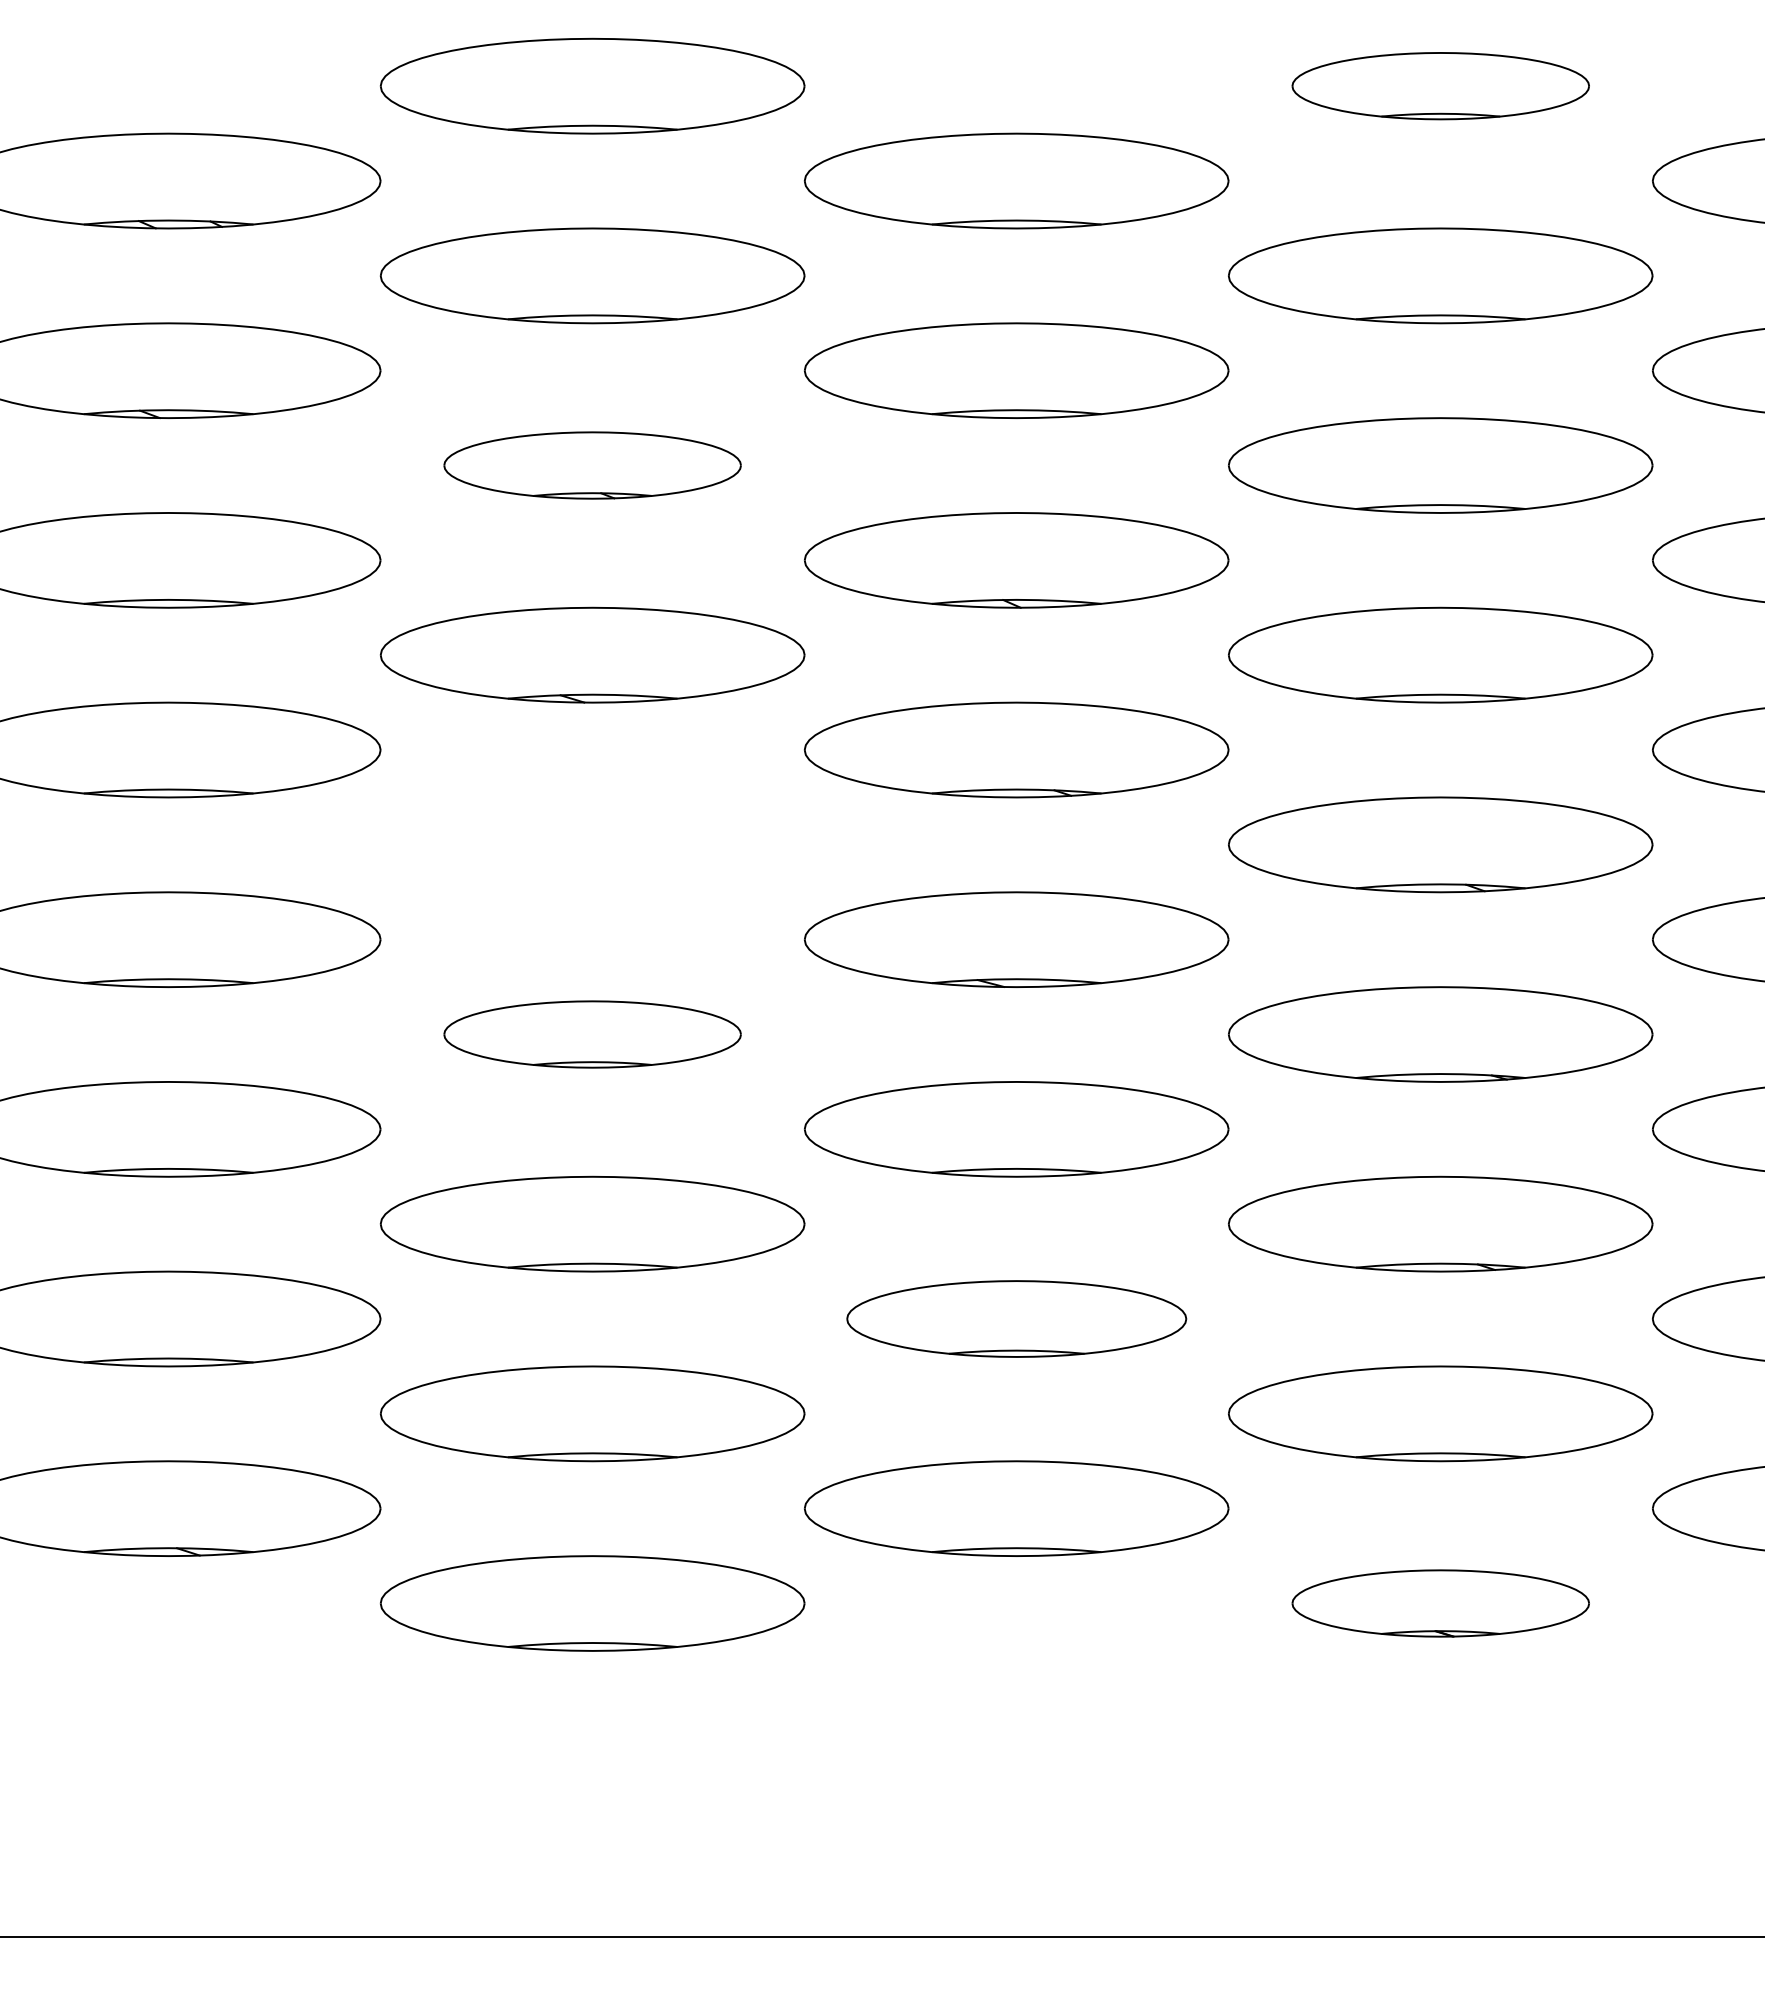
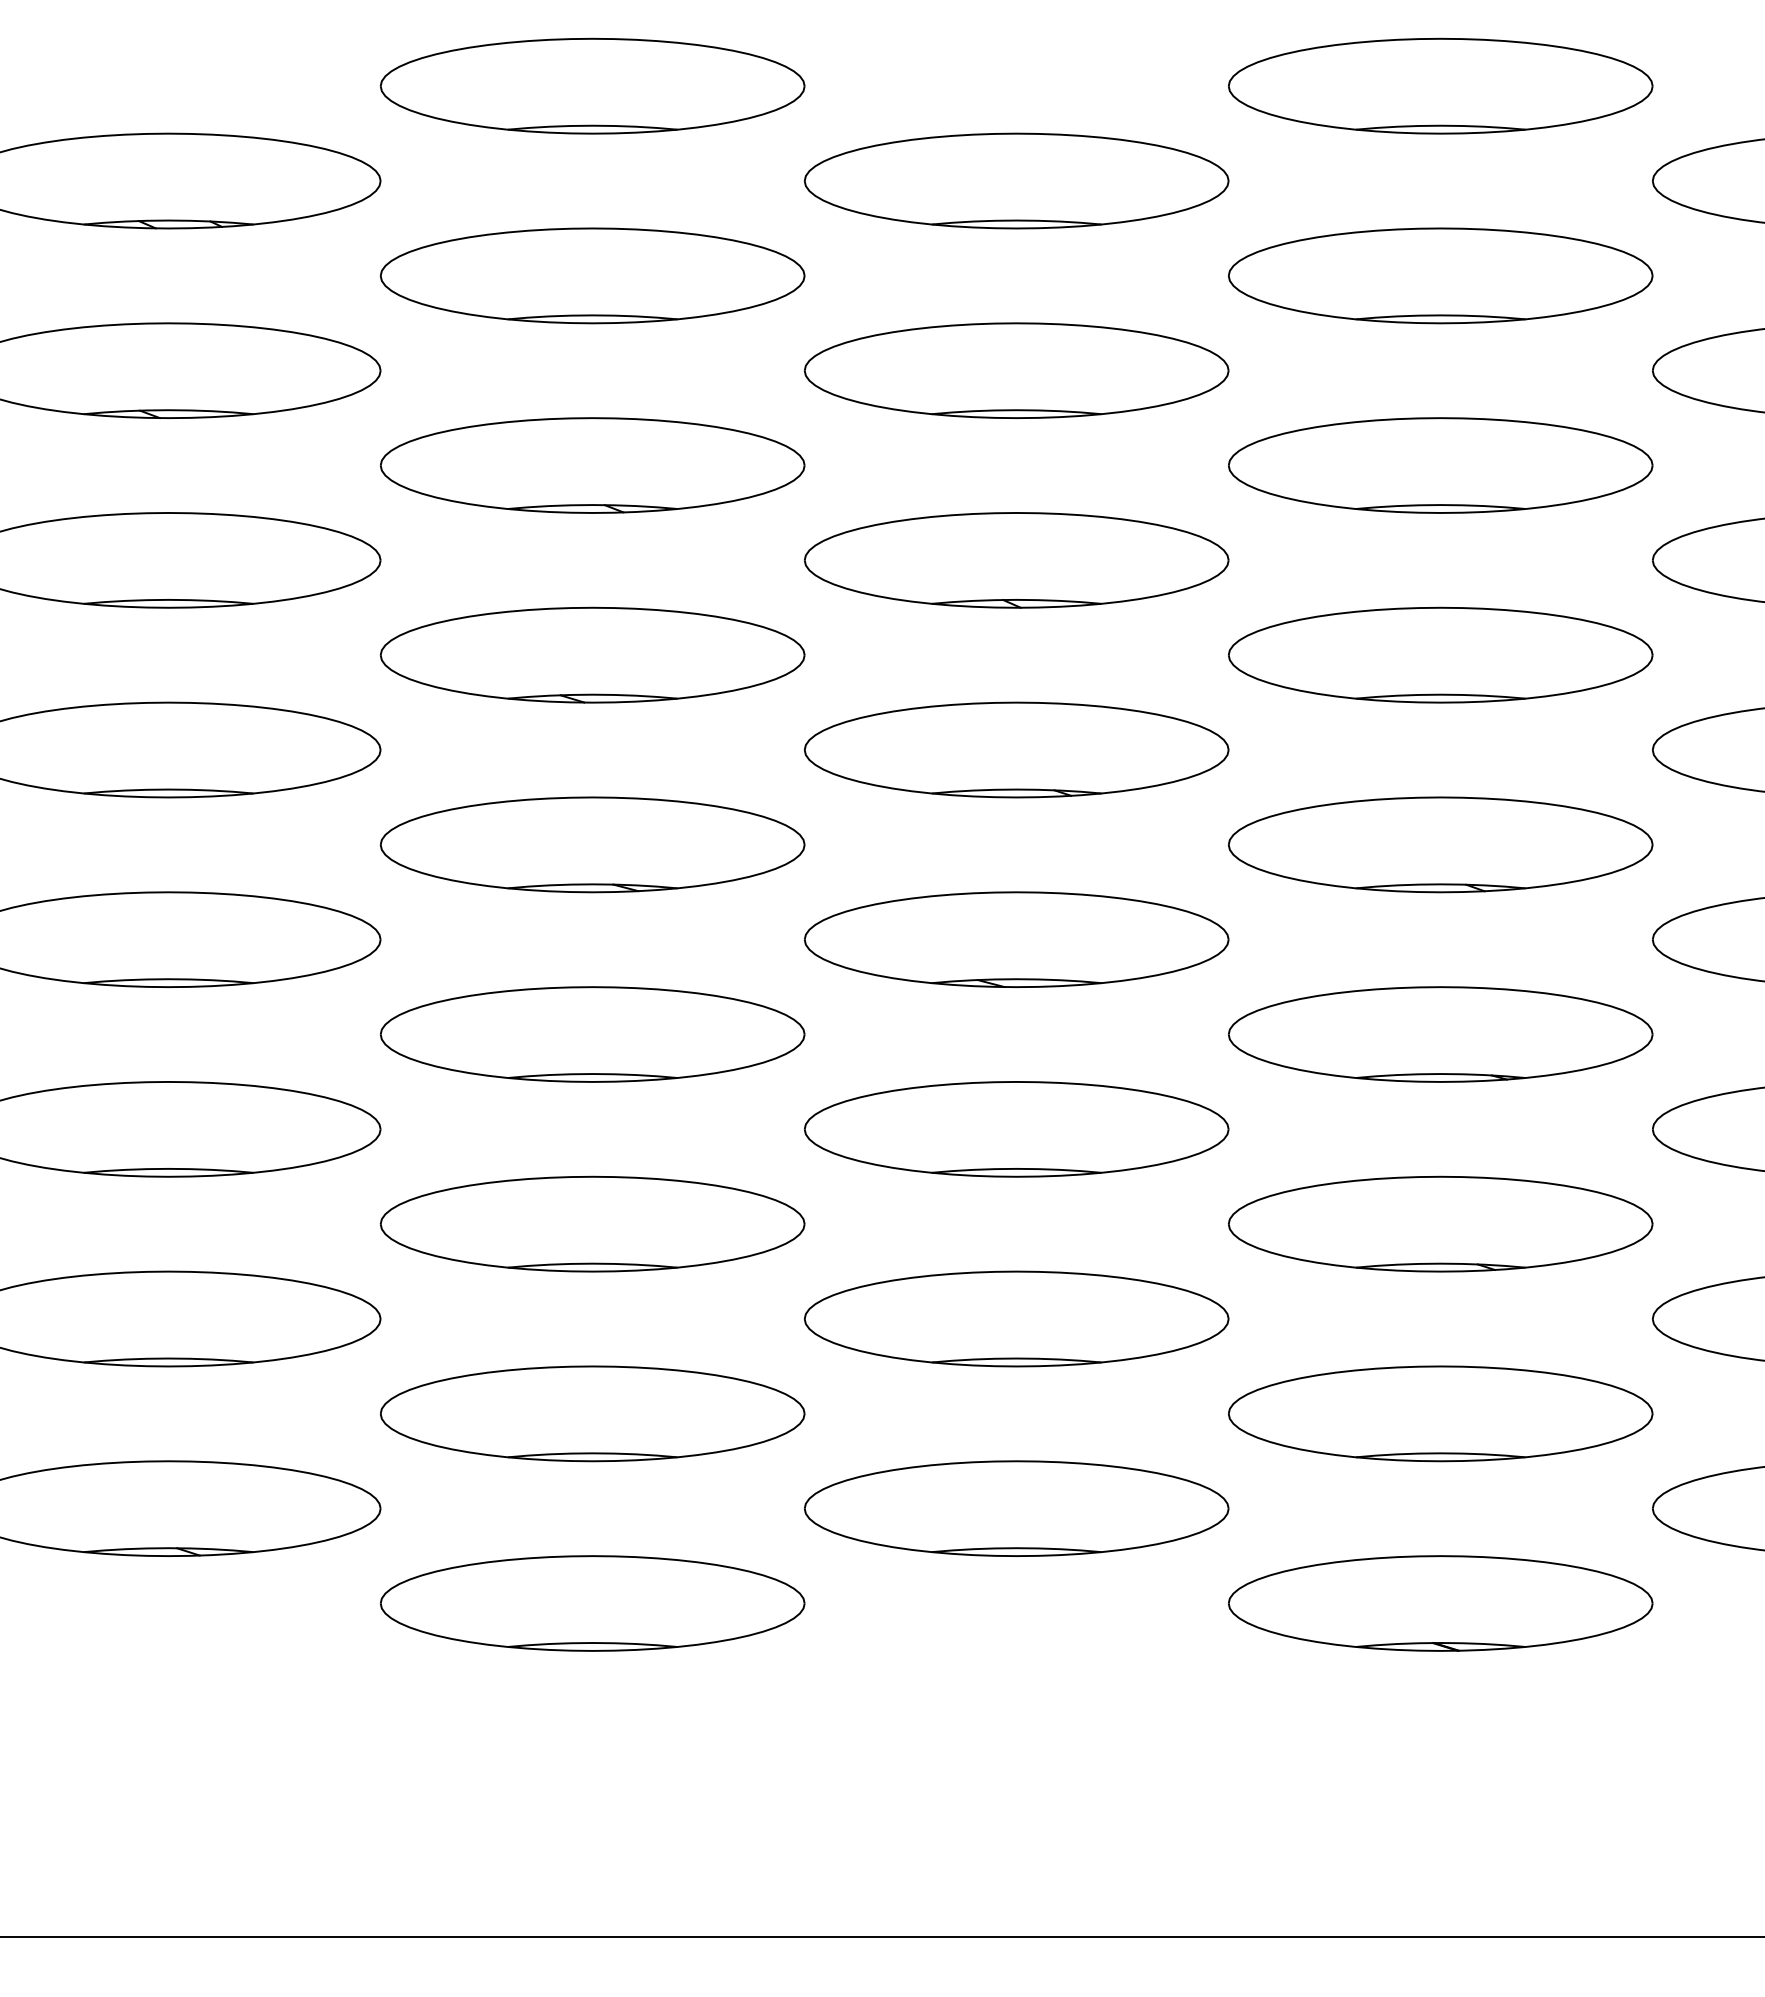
part at (1440, 86) size: 299x69 px -> 426x98 px
part at (592, 465) size: 299x69 px -> 427x97 px
part at (592, 844): none -> present
part at (592, 1034) size: 299x69 px -> 427x97 px
part at (1016, 1318) size: 342x78 px -> 426x98 px
part at (1440, 1603) size: 299x69 px -> 426x97 px
